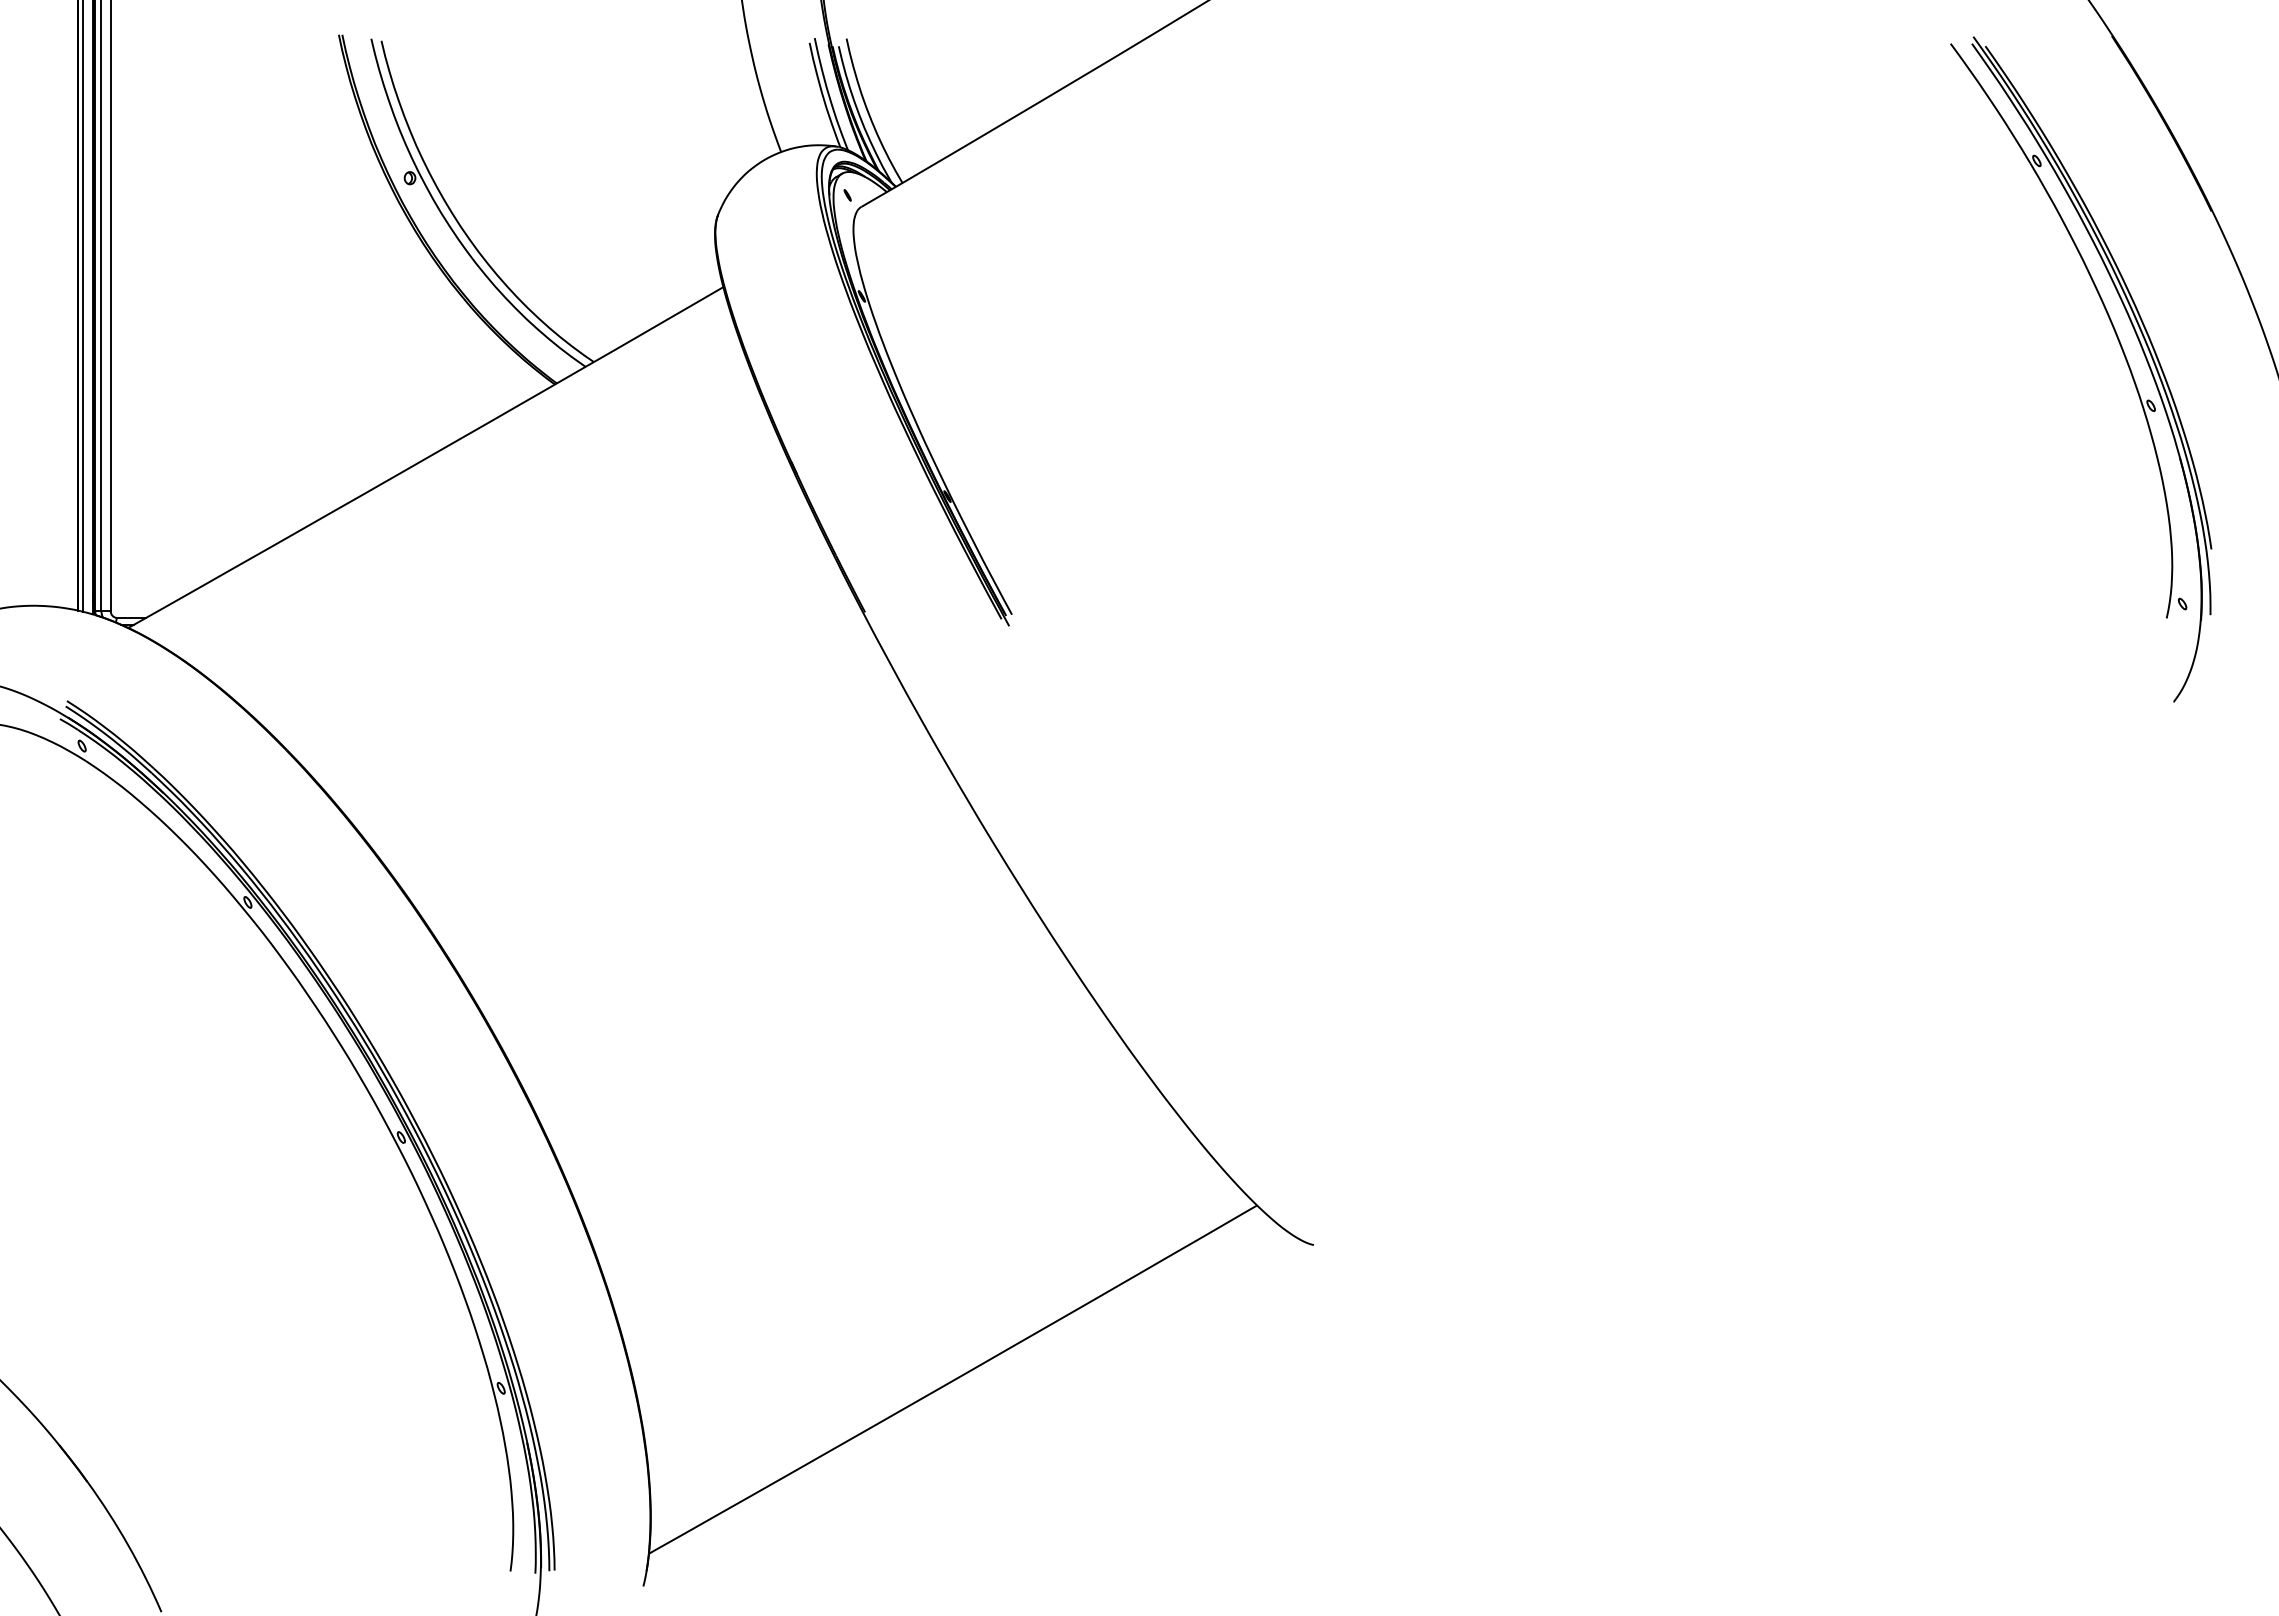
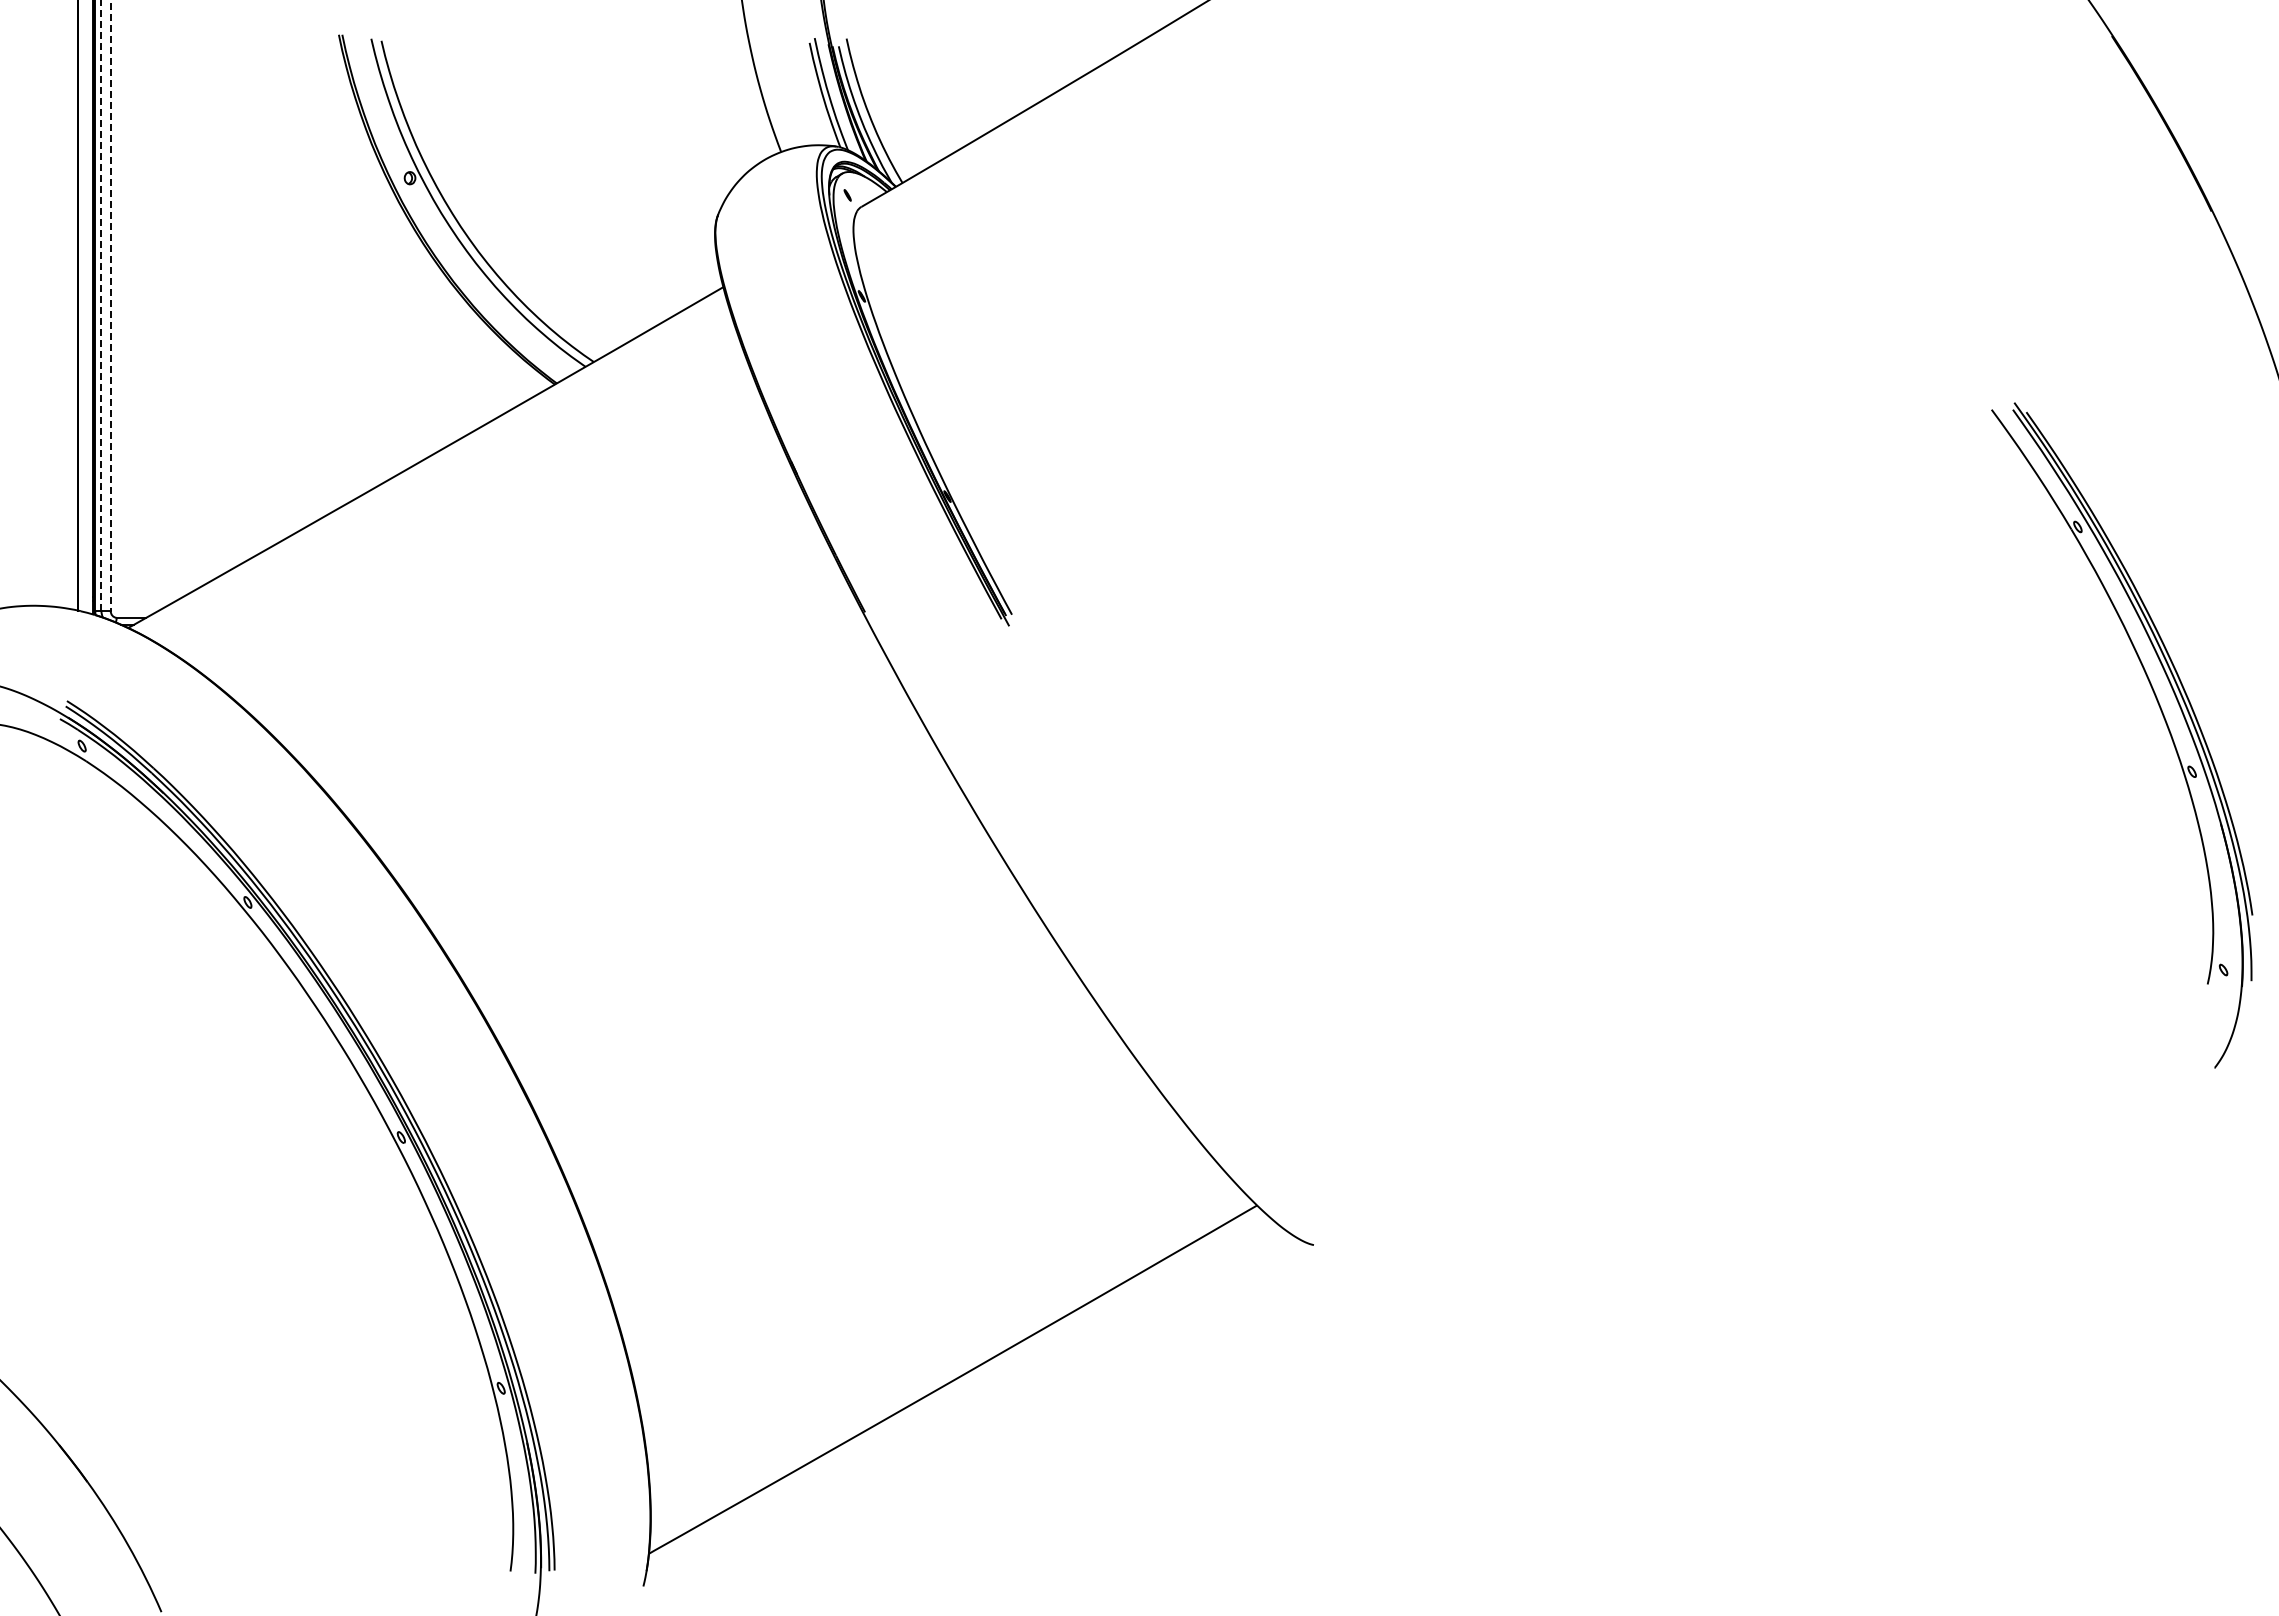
line at (101, 305): solid -> dashed
line at (83, 306): present -> none
line at (110, 306): solid -> dashed
part at (2123, 355) position: (2123, 355) -> (2164, 721)
